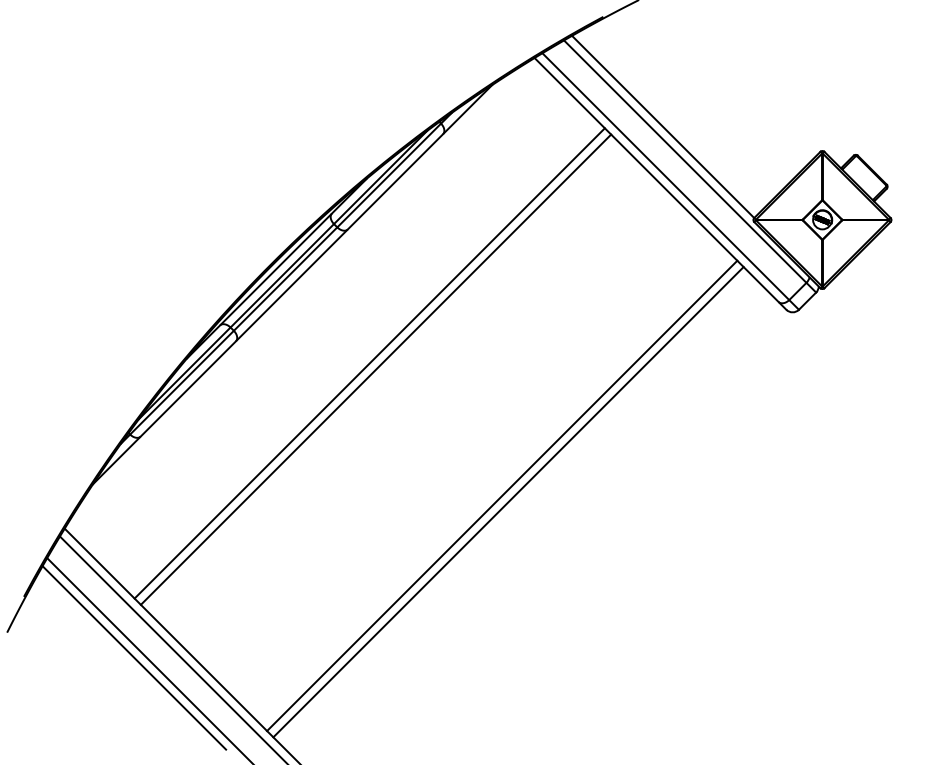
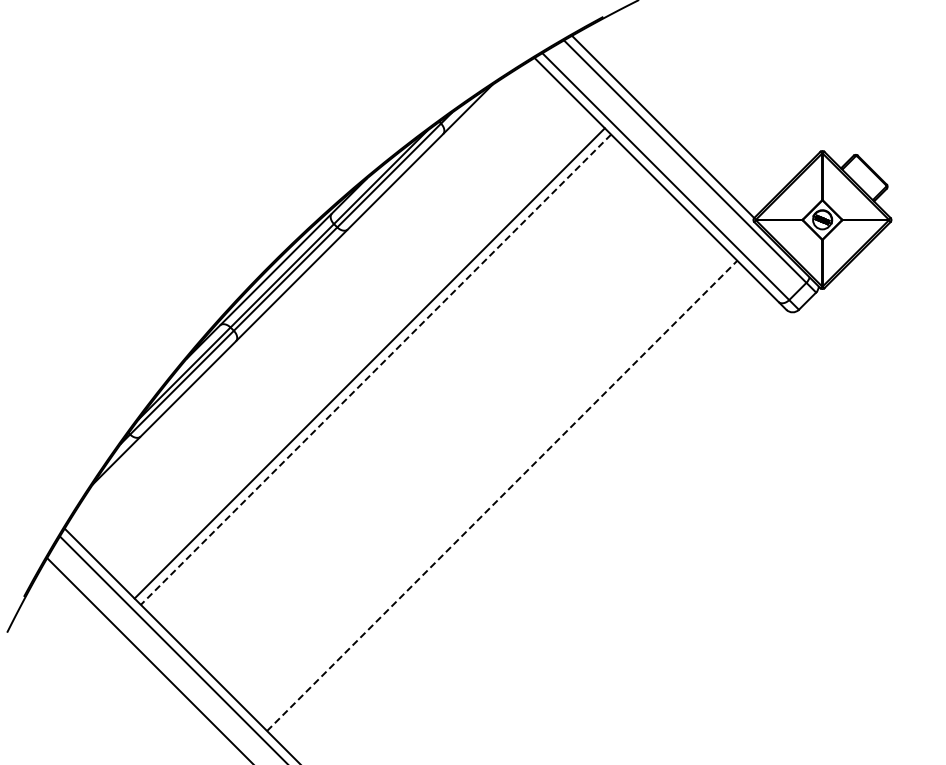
line at (376, 369): solid -> dashed
line at (502, 495): solid -> dashed
line at (508, 502): present -> none
line at (134, 657): present -> none
